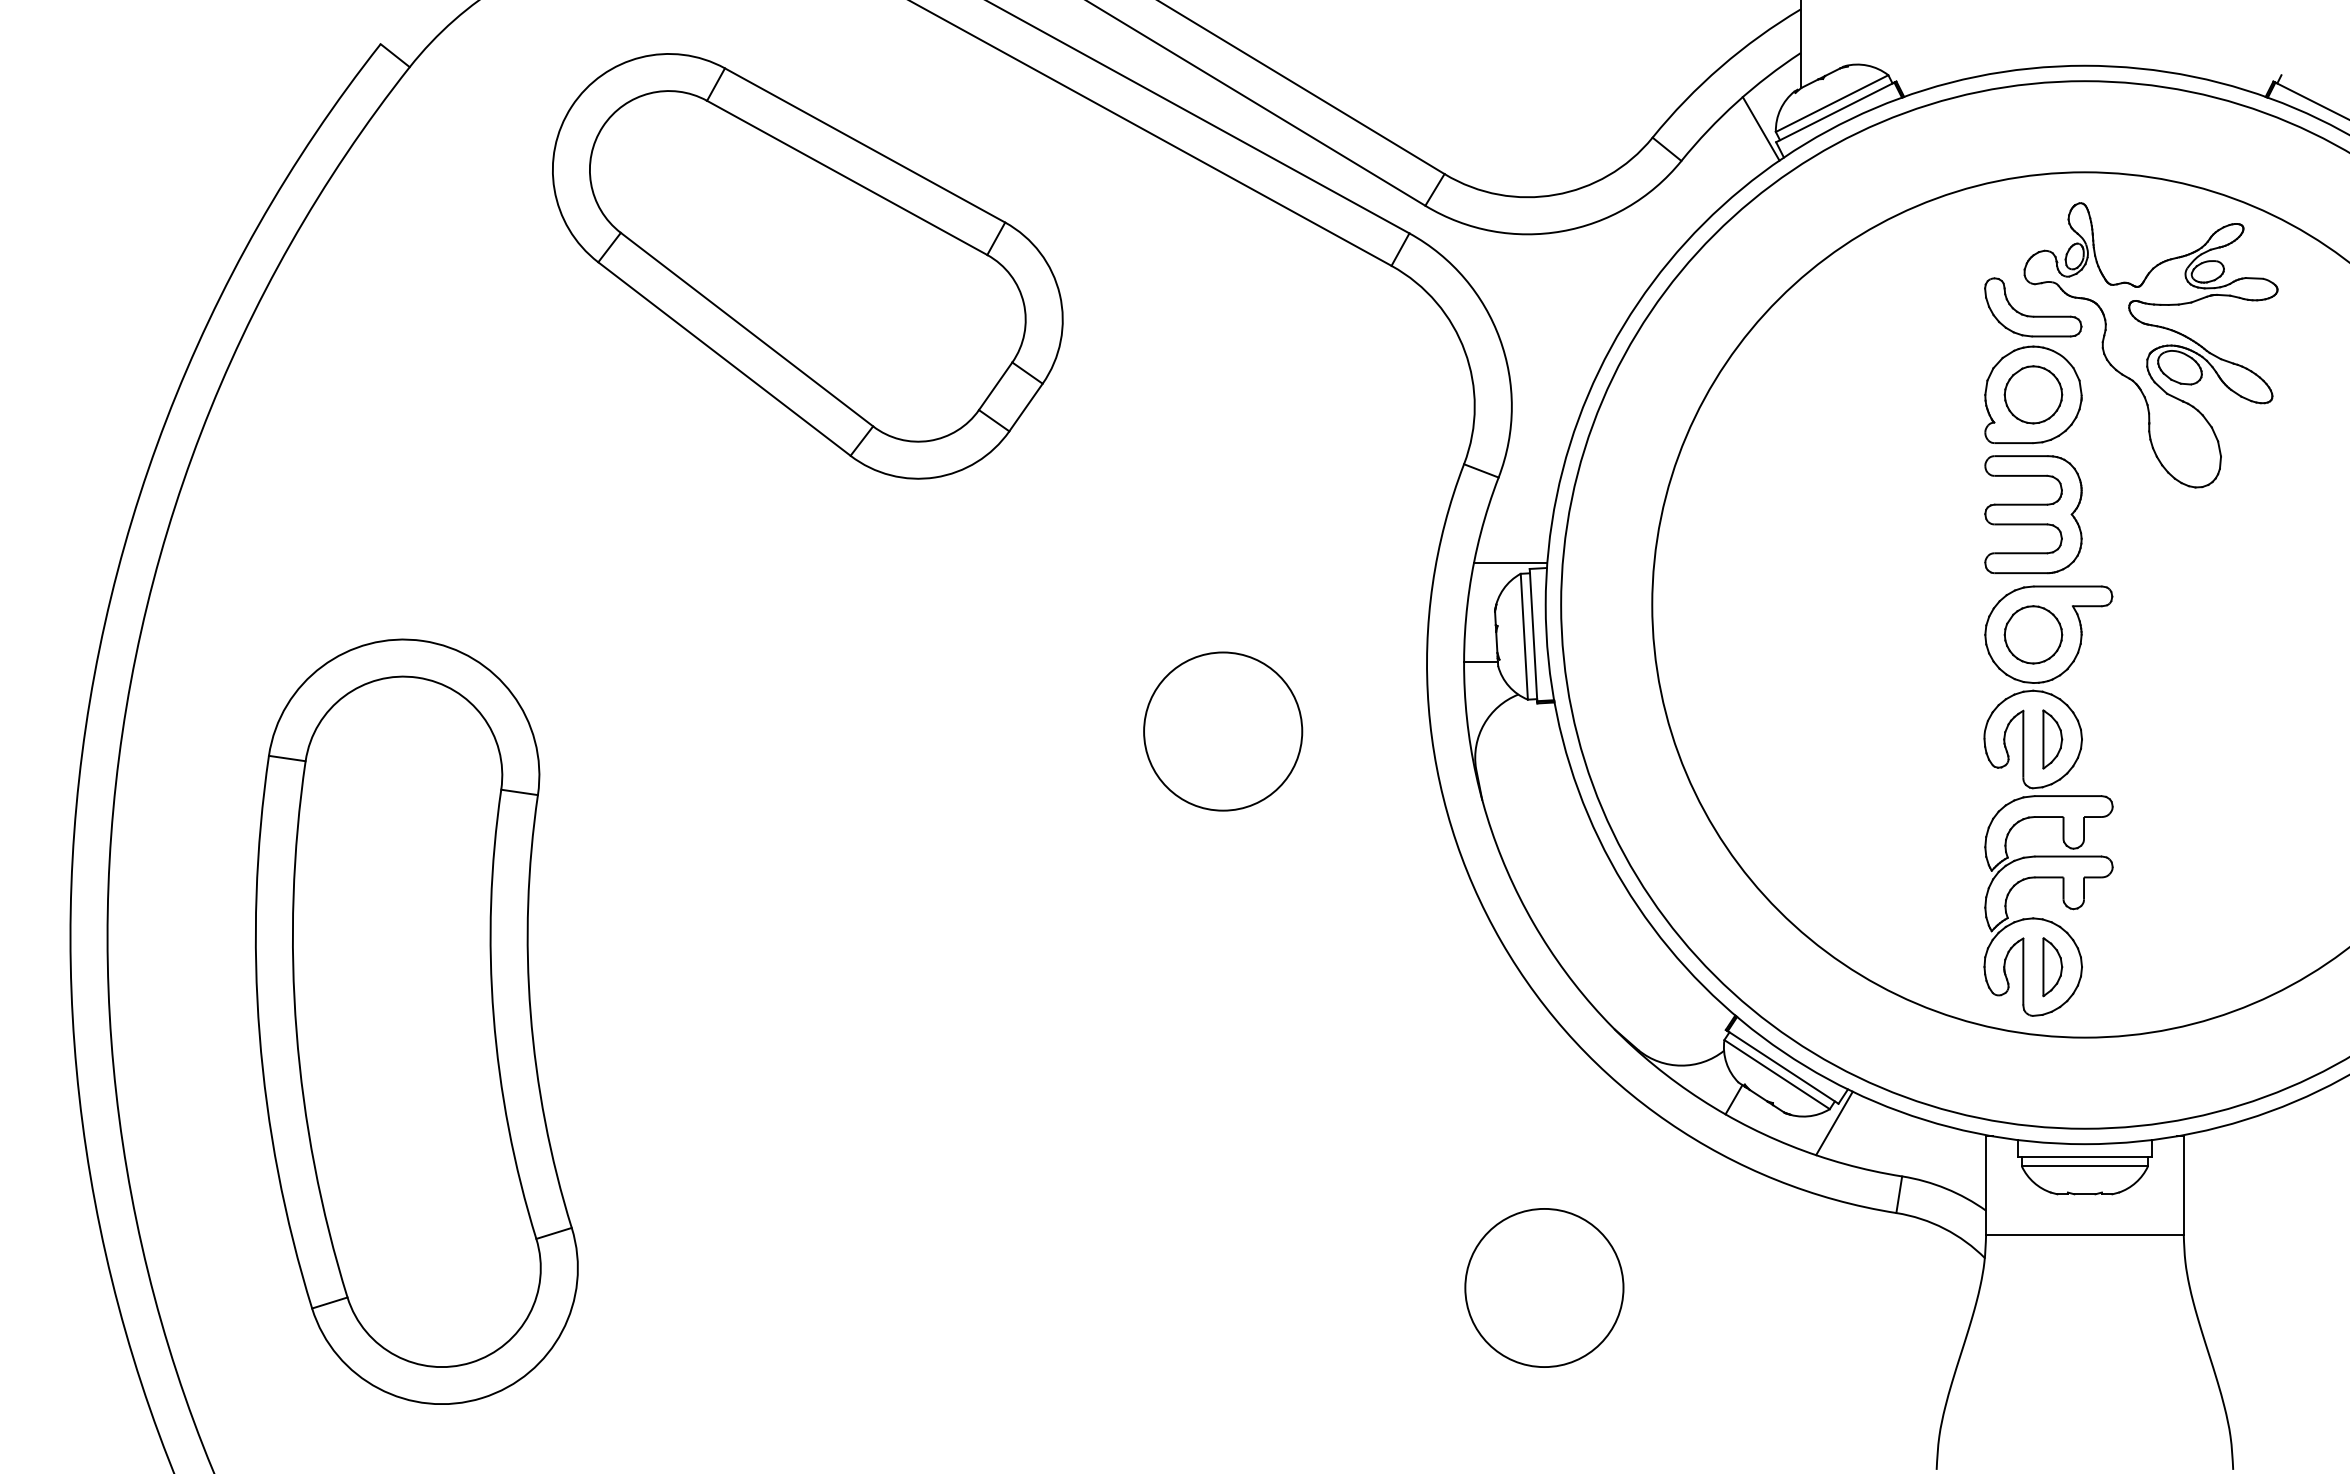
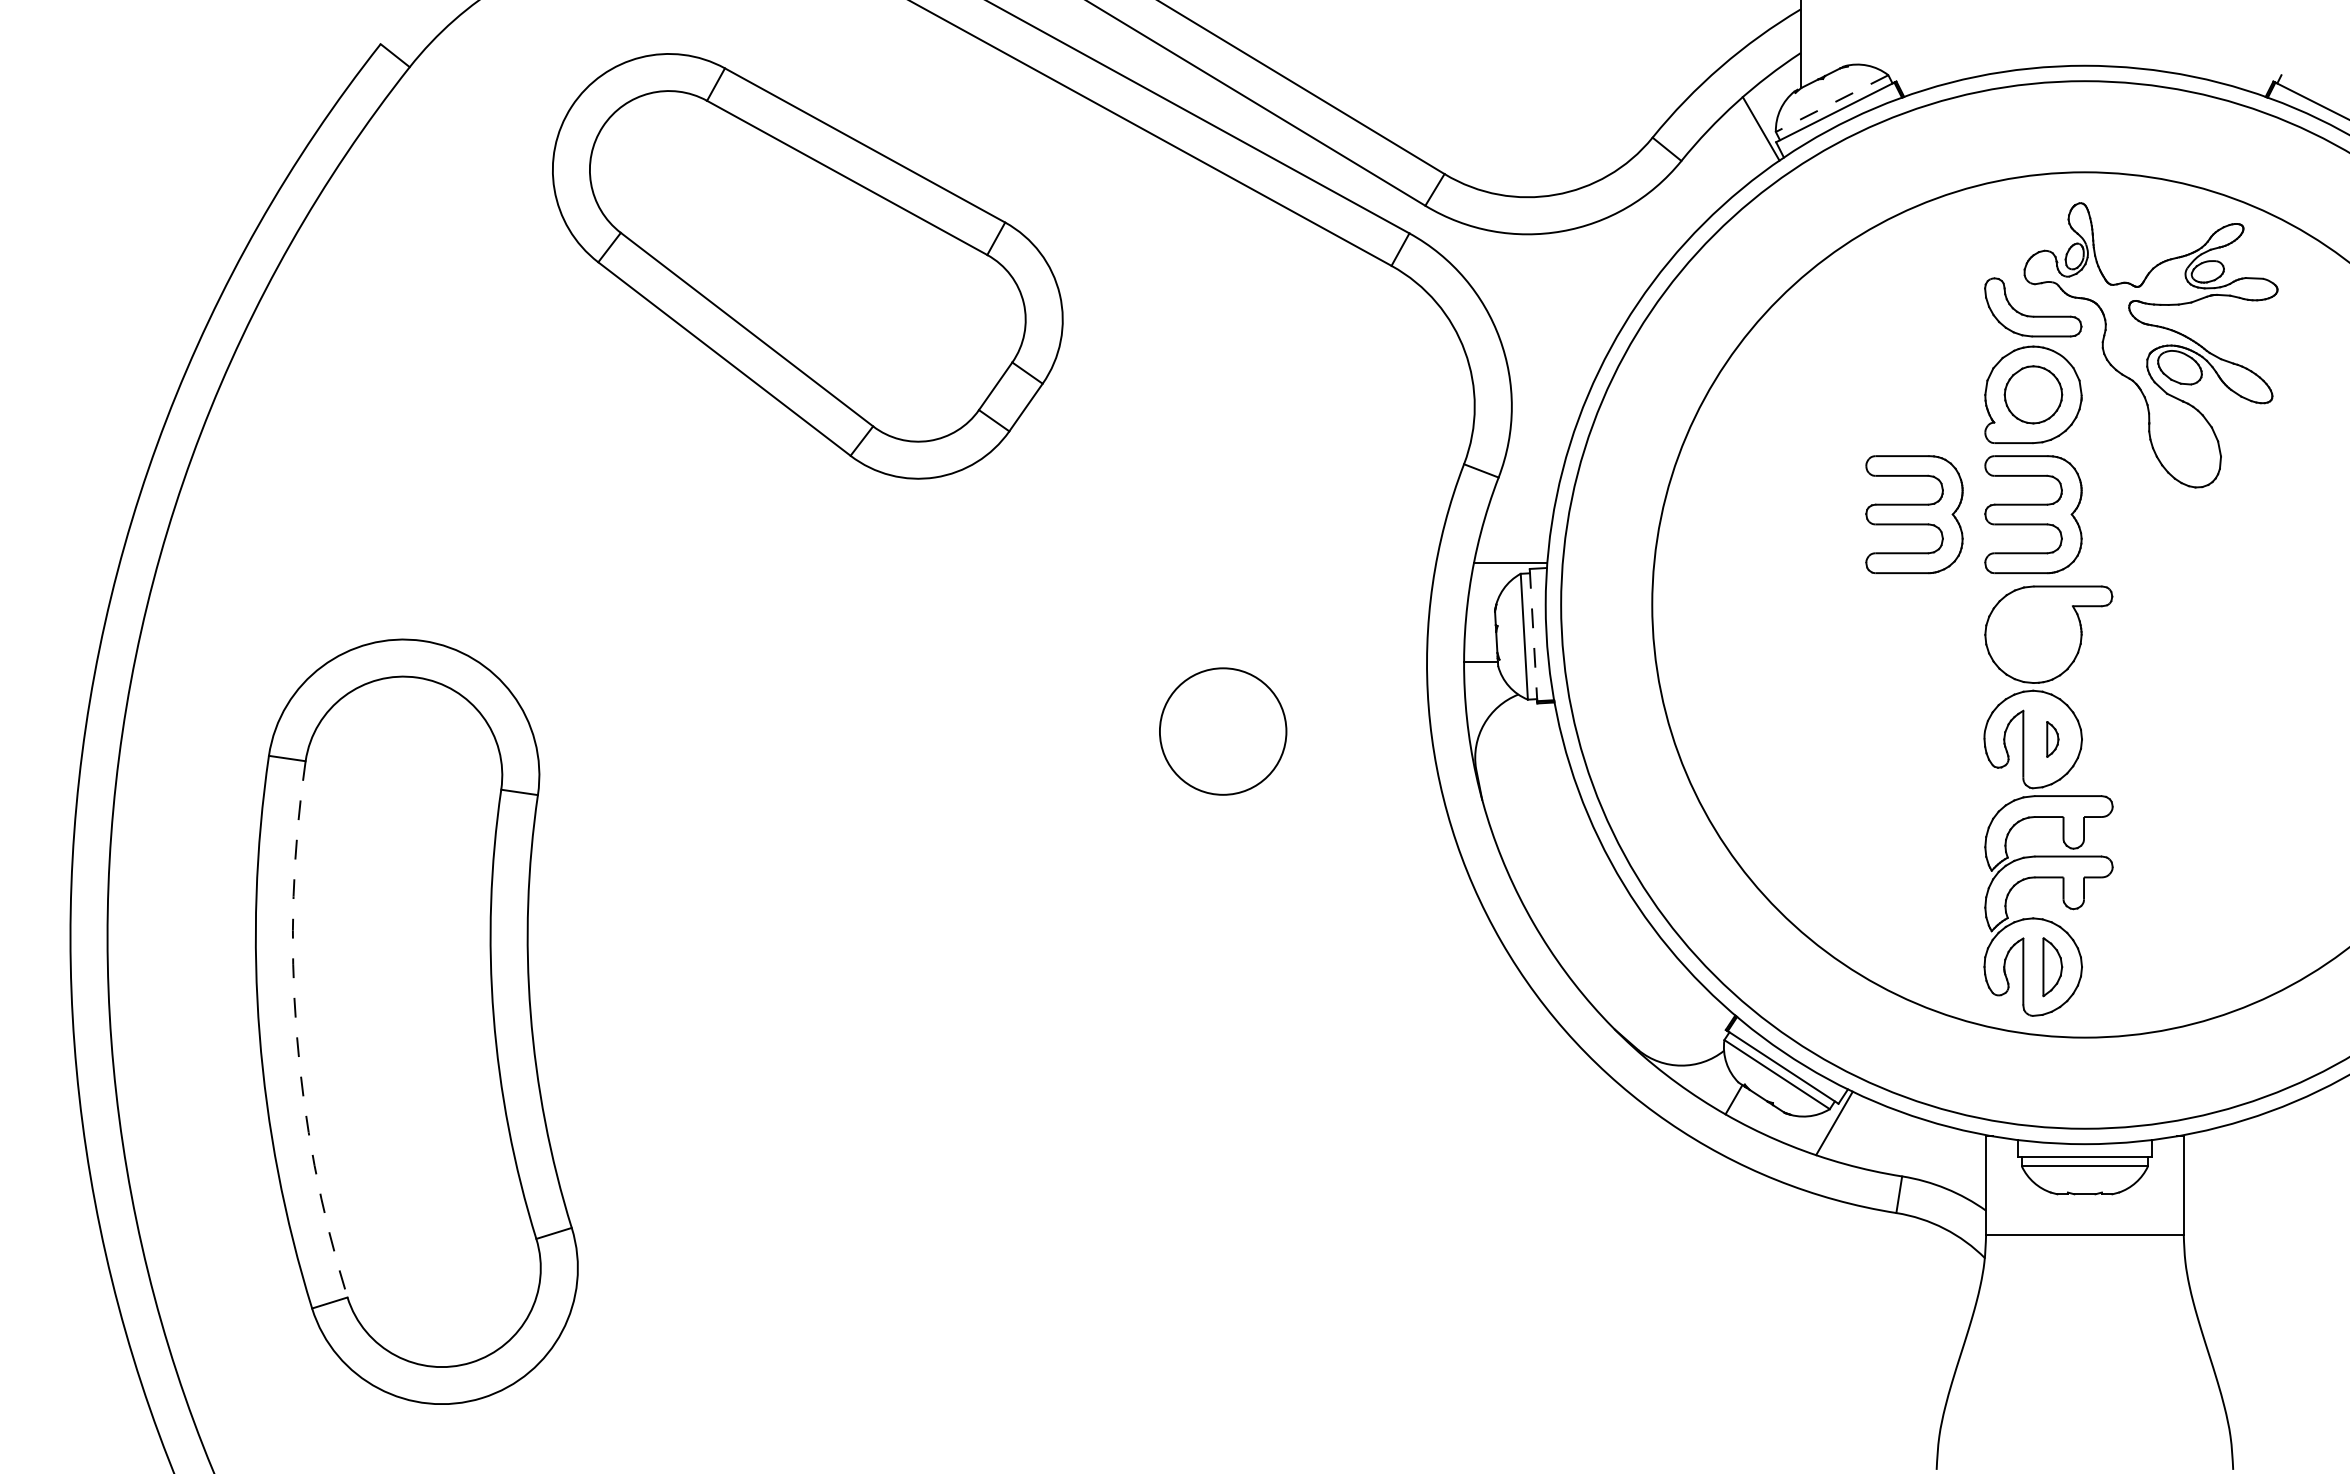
line at (1831, 103): solid -> dashed
part at (1914, 514): none -> present
part at (2033, 634): present -> none
line at (1533, 635): solid -> dashed
circle at (1223, 731) diameter: 158 px -> 127 px
part at (2052, 739) size: 22x61 px -> 14x37 px
arc at (296, 1031): solid -> dashed
circle at (1544, 1287): present -> none
